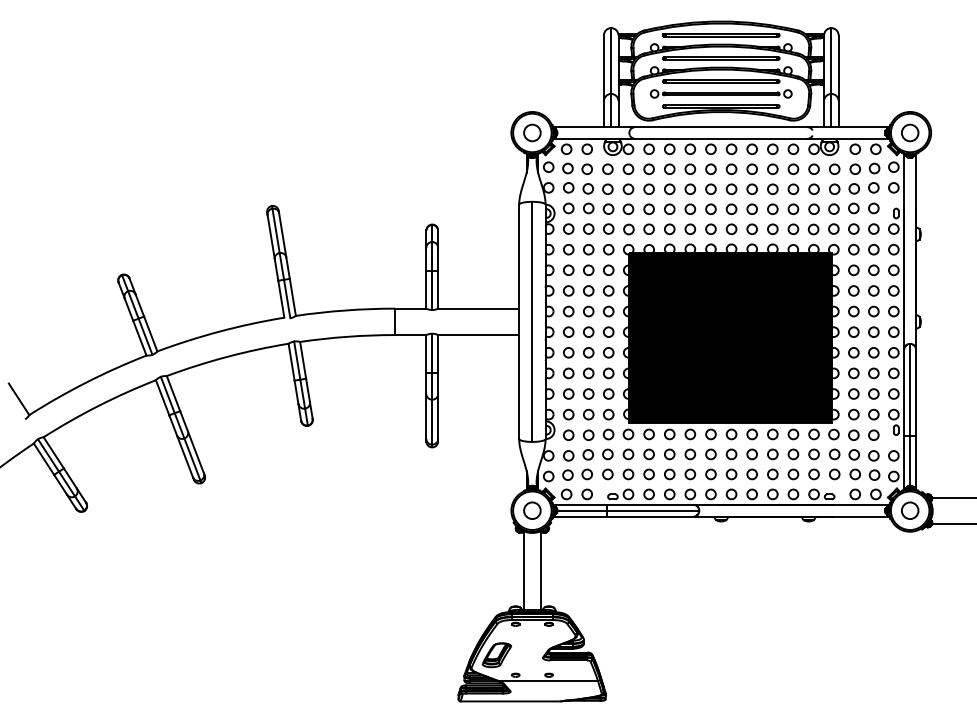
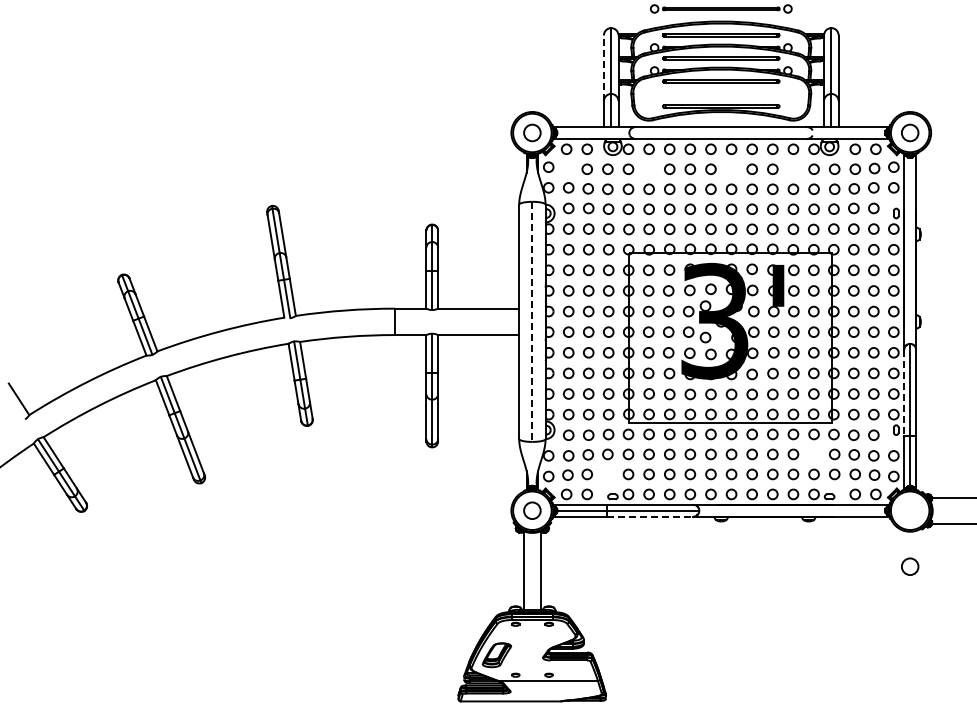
line at (603, 68): solid -> dashed
part at (720, 93) position: (720, 93) -> (720, 8)
circle at (567, 168): present -> none
circle at (648, 168): present -> none
circle at (731, 168): present -> none
circle at (793, 168): present -> none
line at (532, 322): solid -> dashed
fill at (730, 337): present -> none
line at (904, 393): solid -> dashed
circle at (813, 454): present -> none
circle at (607, 474): present -> none
circle at (910, 510) position: (910, 510) -> (910, 566)
line at (650, 516): solid -> dashed
